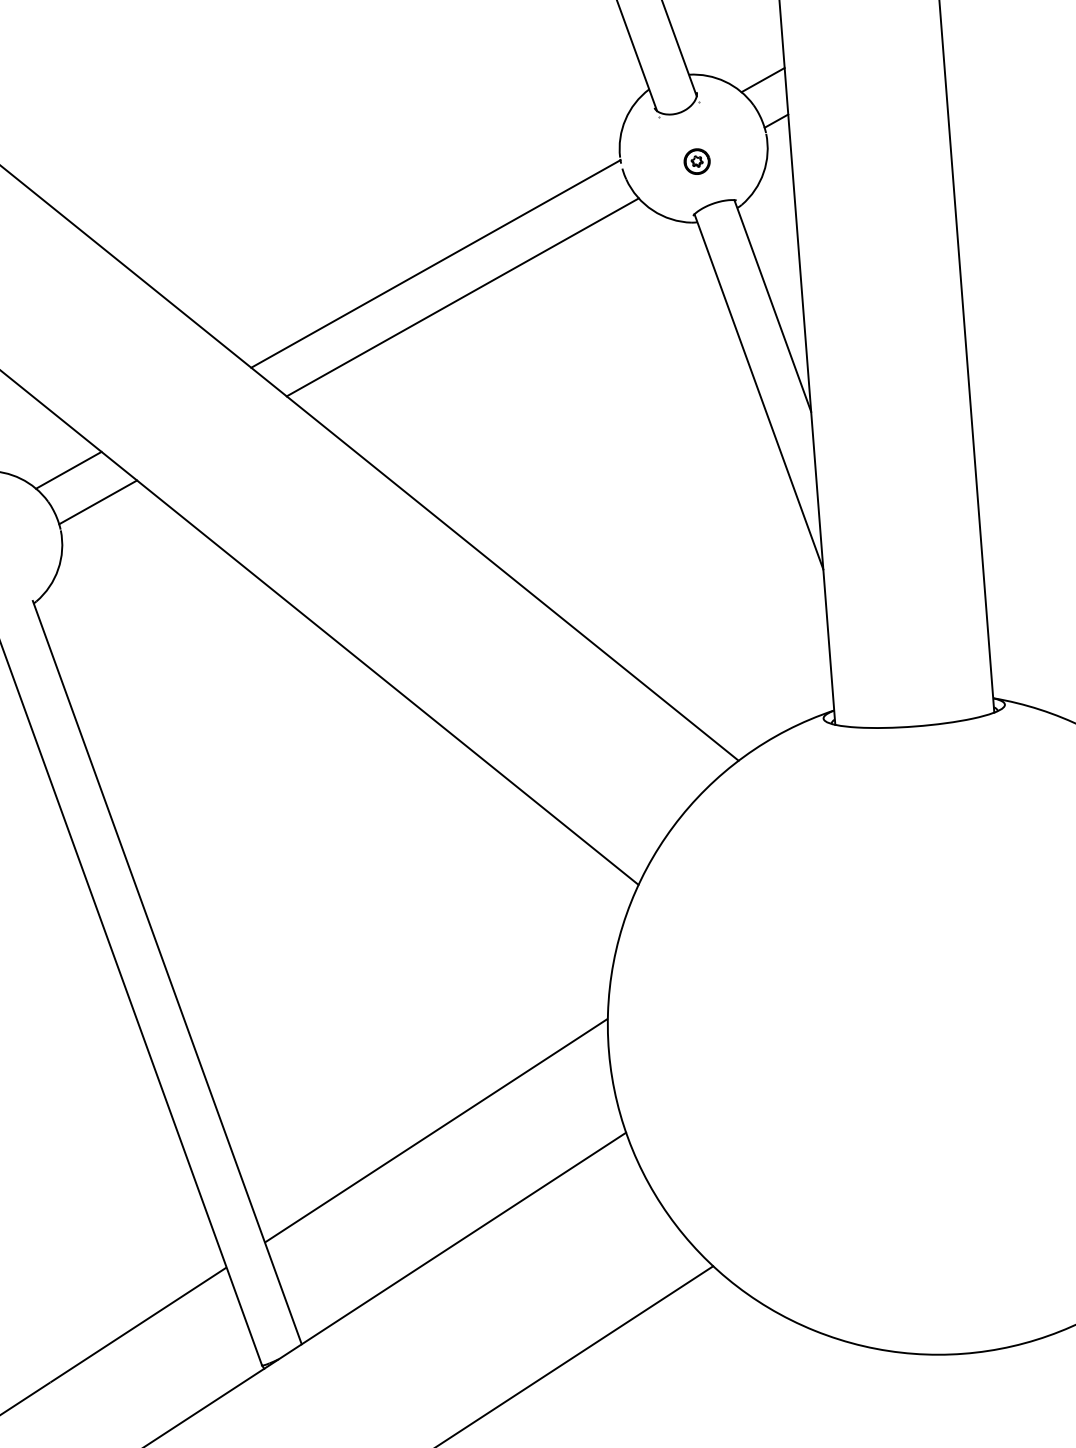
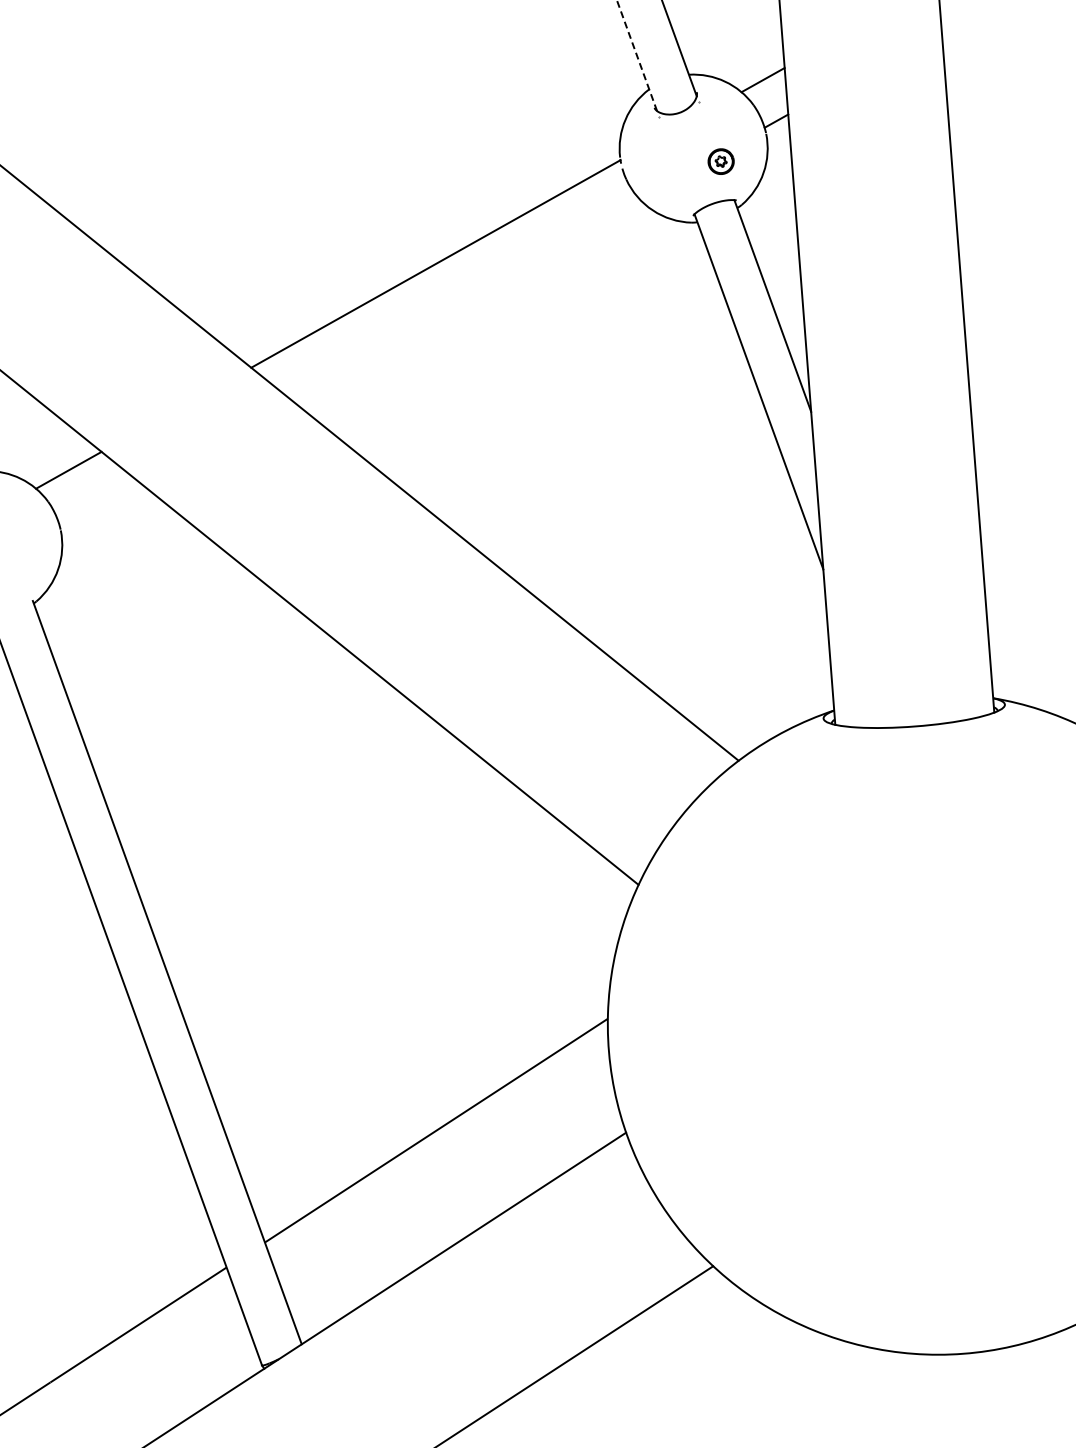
line at (637, 55): solid -> dashed
part at (696, 161) position: (696, 161) -> (720, 161)
line at (462, 297): present -> none
line at (98, 502): present -> none
